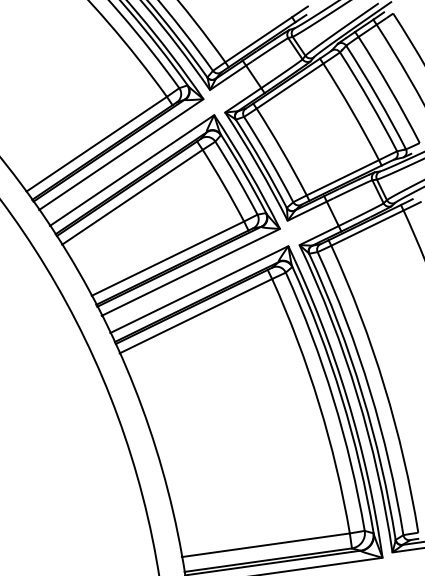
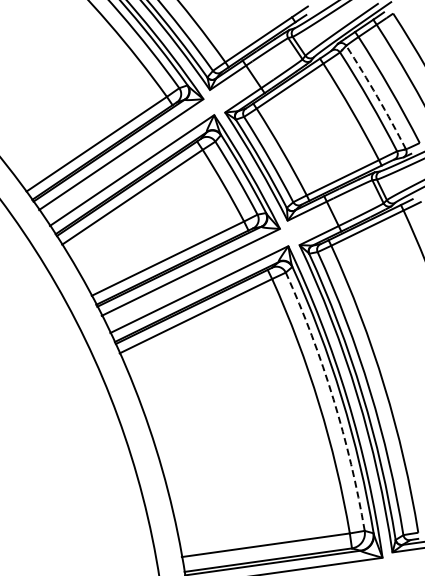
arc at (377, 96): solid -> dashed
arc at (333, 399): solid -> dashed
